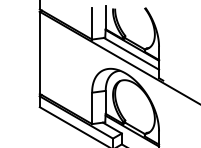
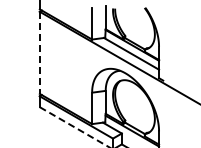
line at (39, 53): solid -> dashed
line at (75, 127): solid -> dashed
